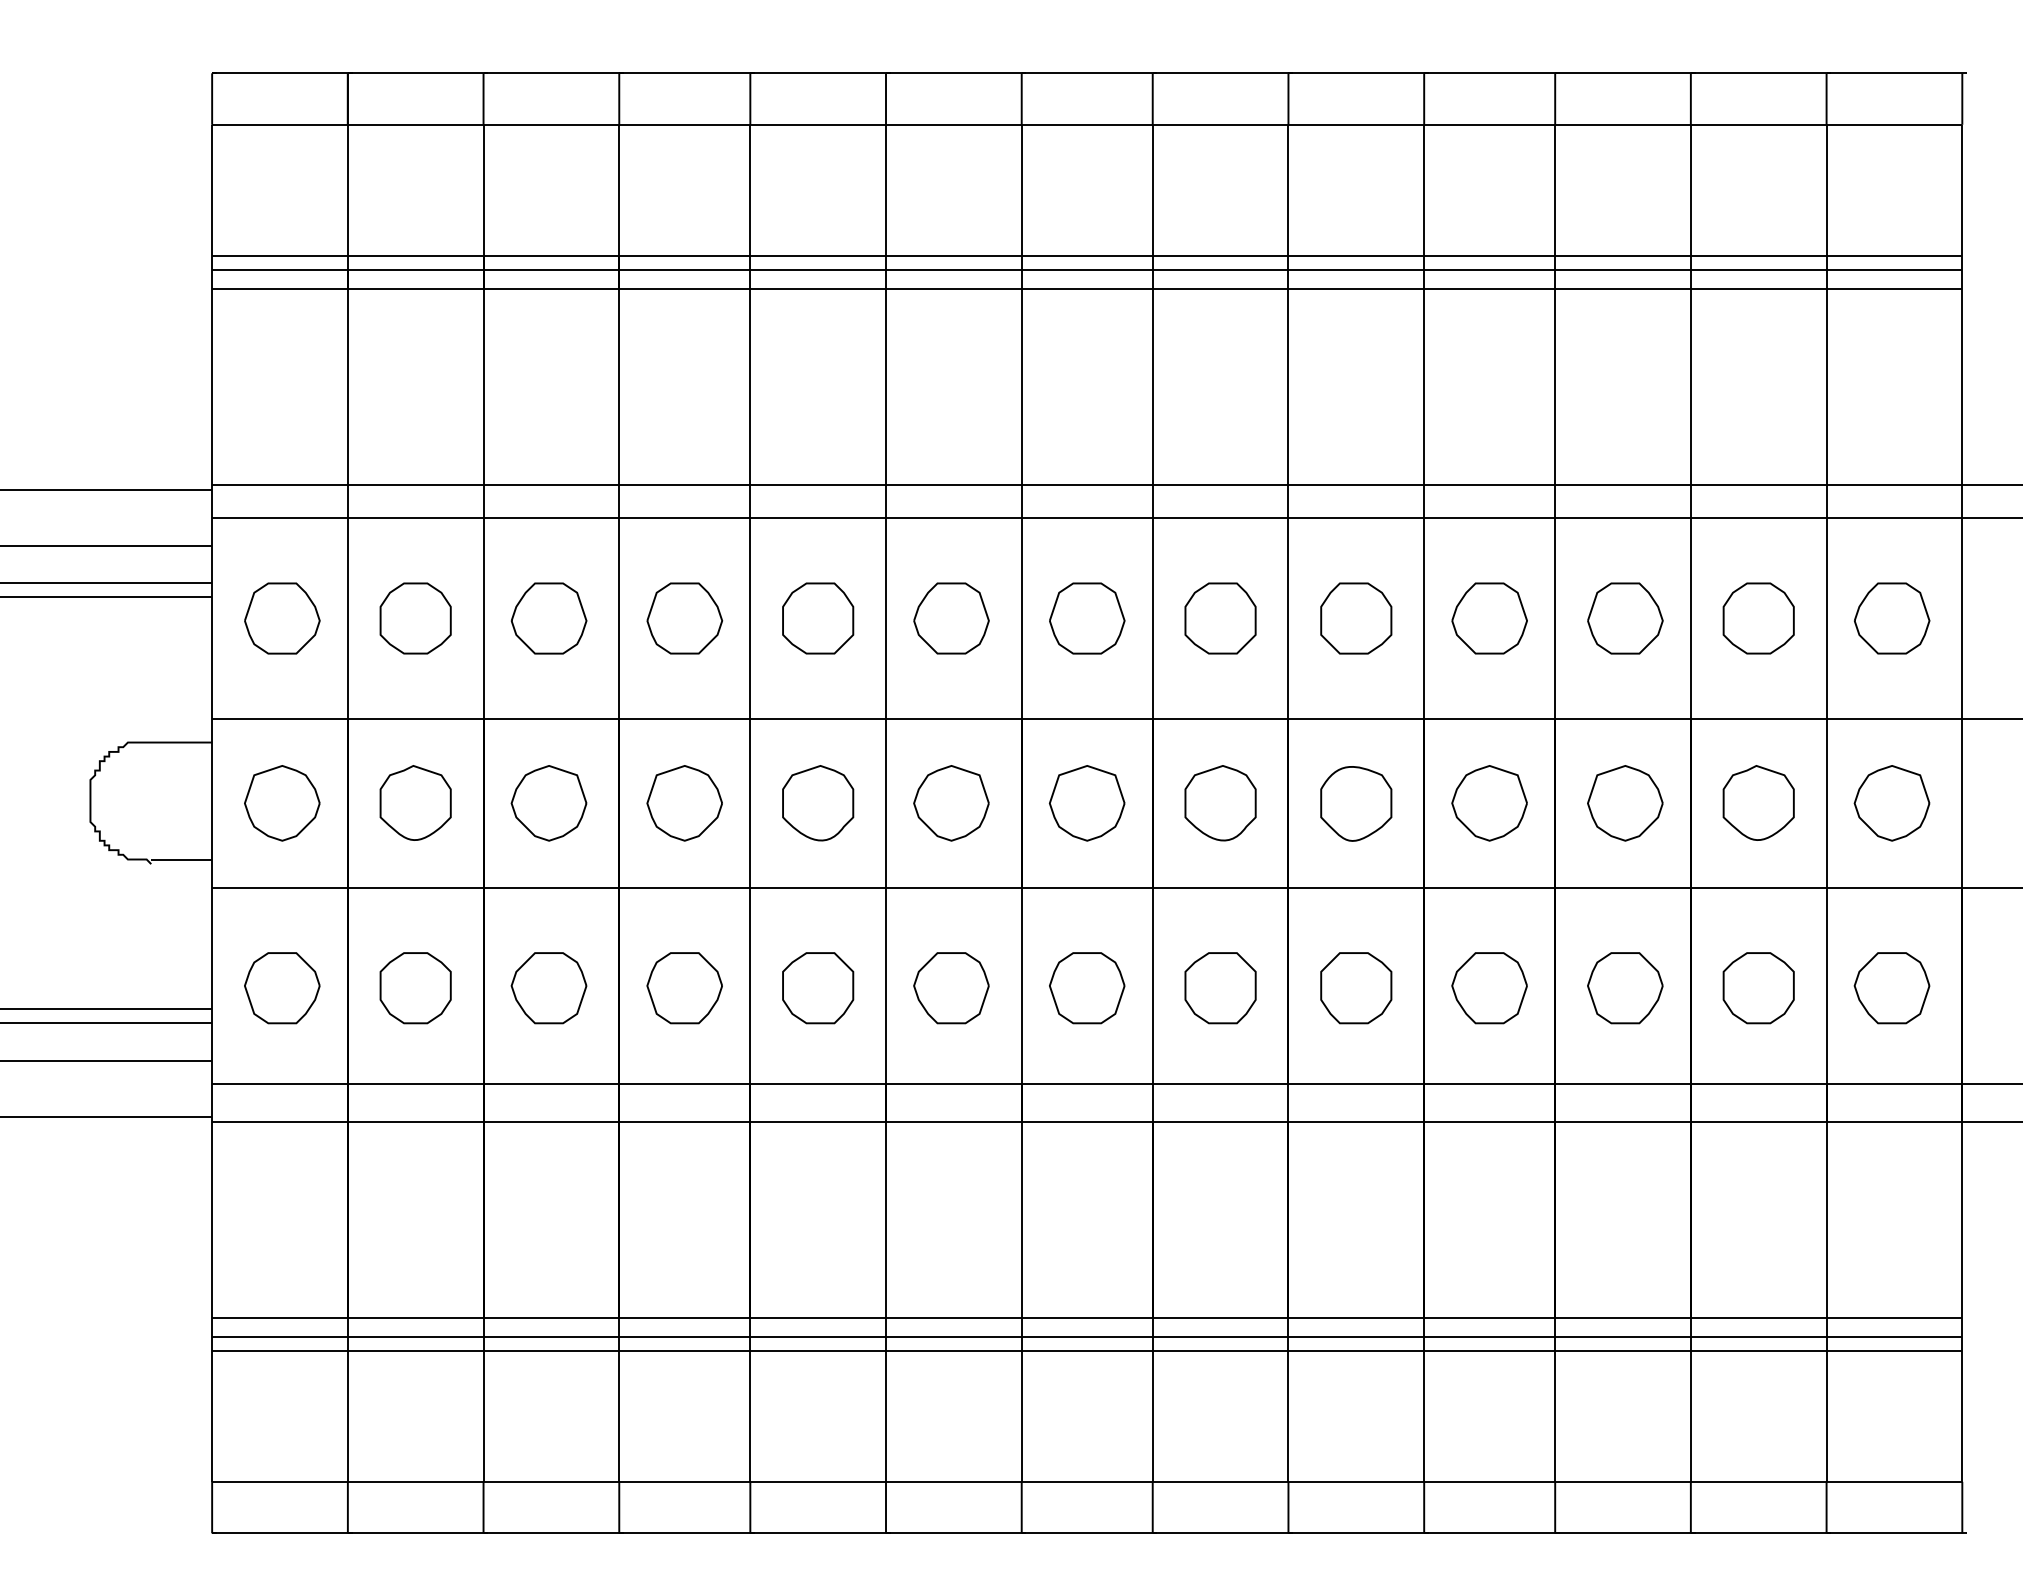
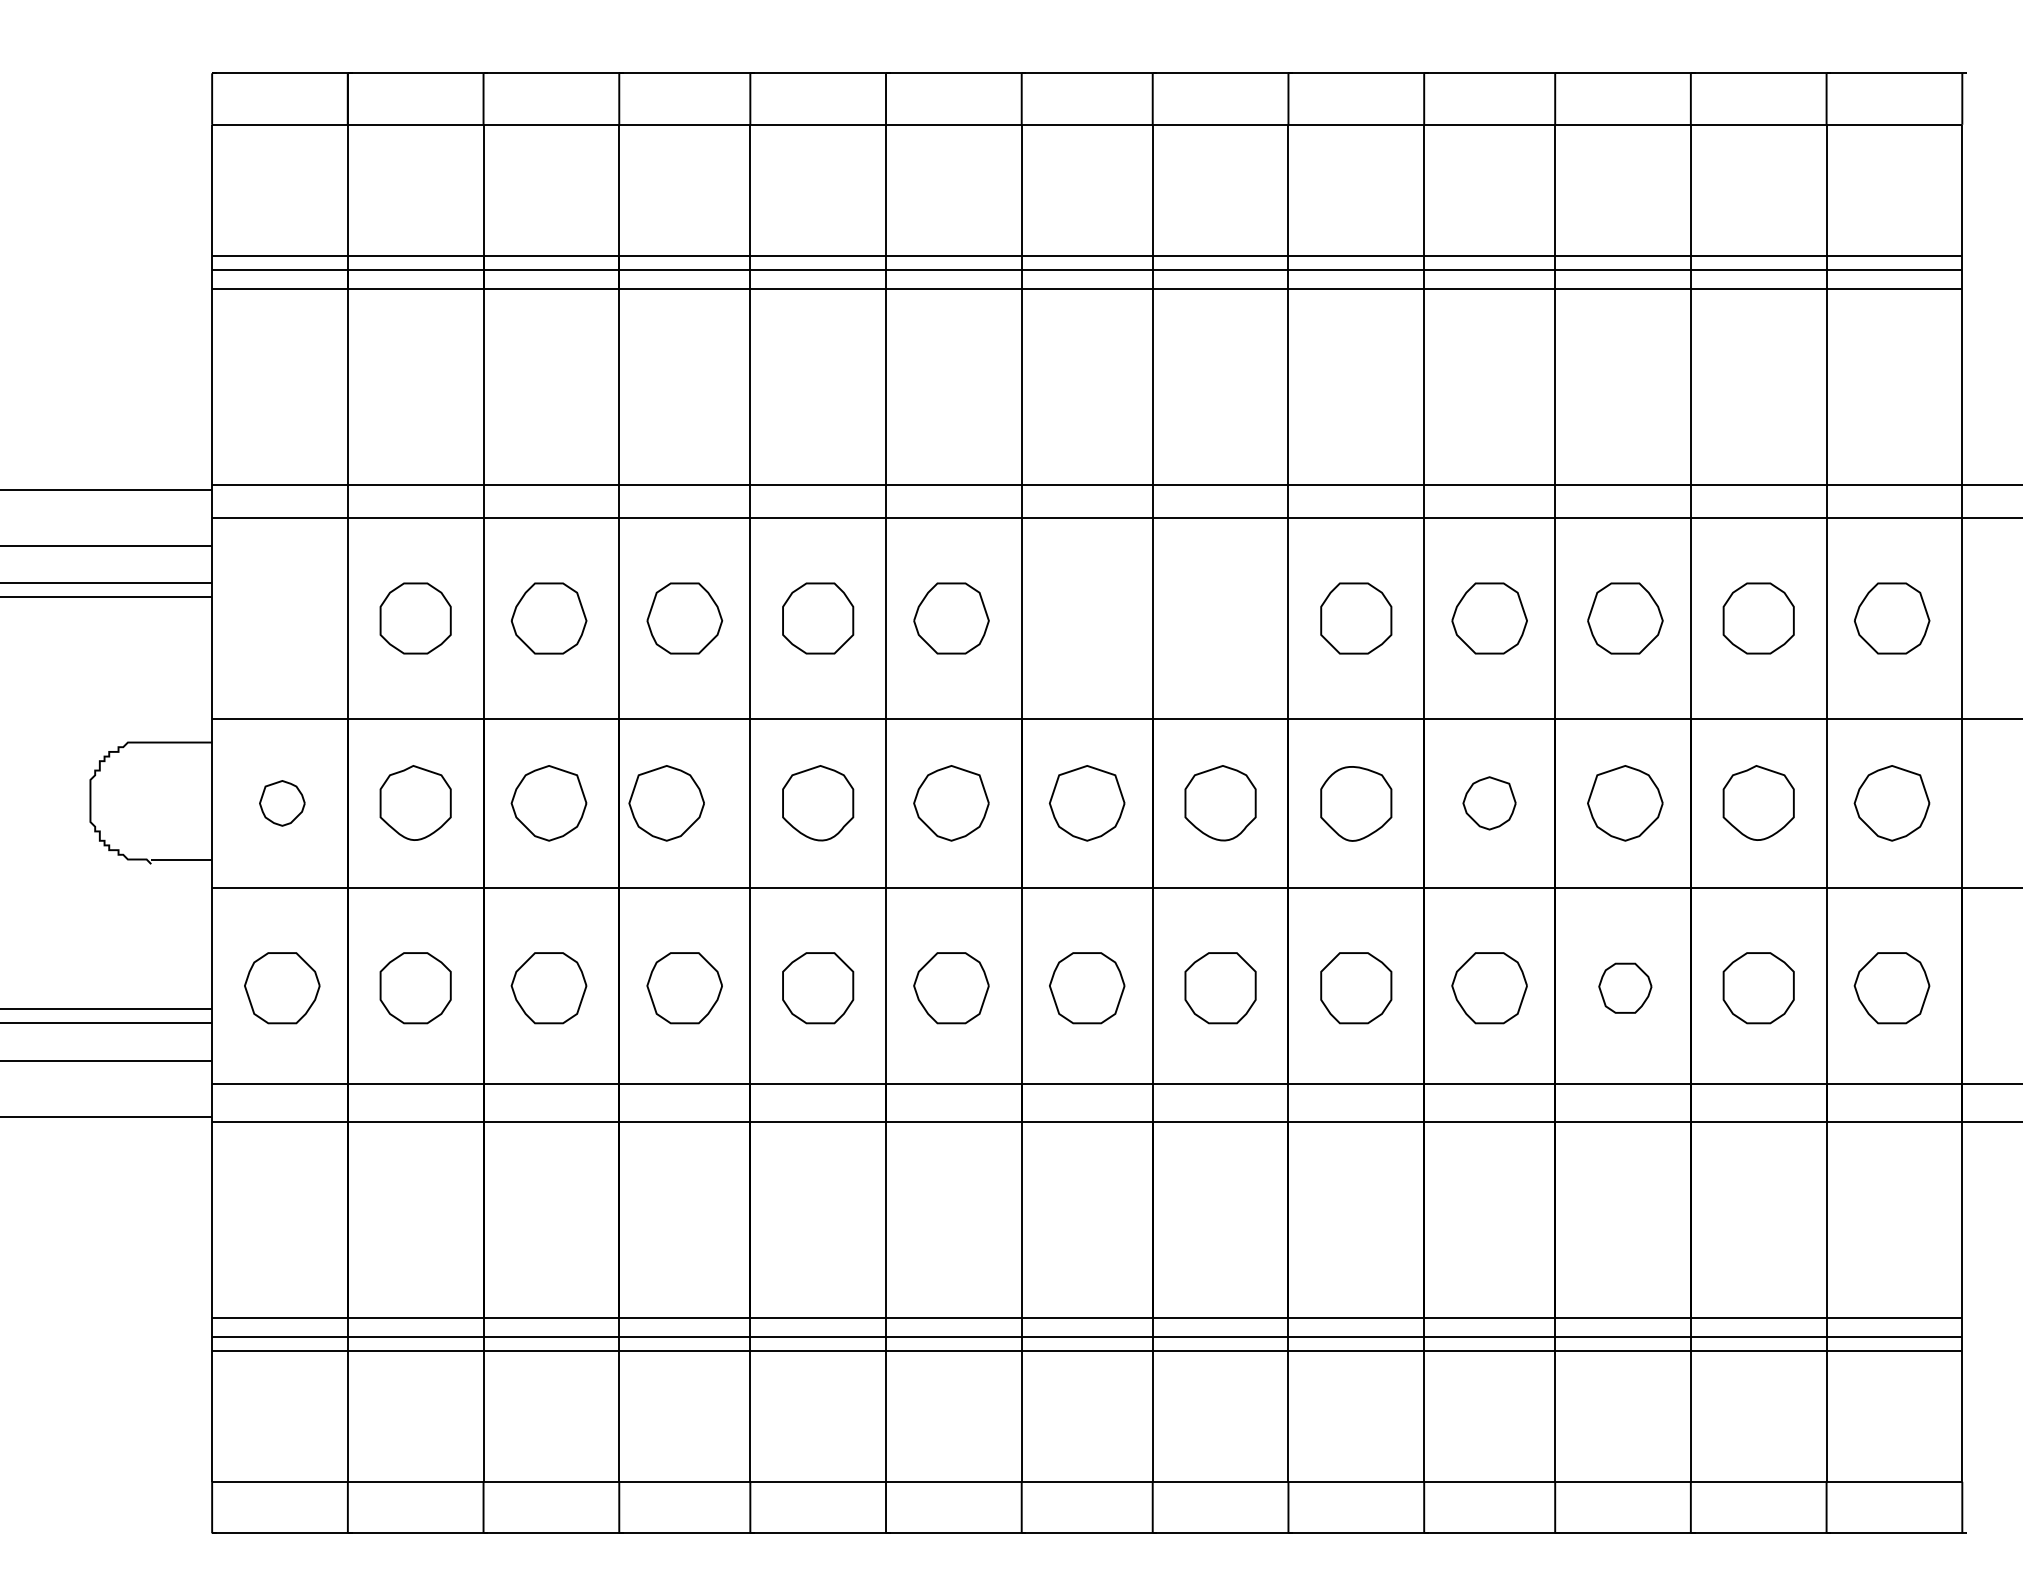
part at (282, 618): present -> none
part at (1087, 618): present -> none
part at (1220, 618): present -> none
part at (282, 803) size: 77x77 px -> 47x47 px
part at (684, 803) position: (684, 803) -> (666, 803)
part at (1489, 803) size: 77x77 px -> 55x55 px
part at (1625, 988) size: 77x73 px -> 55x52 px
